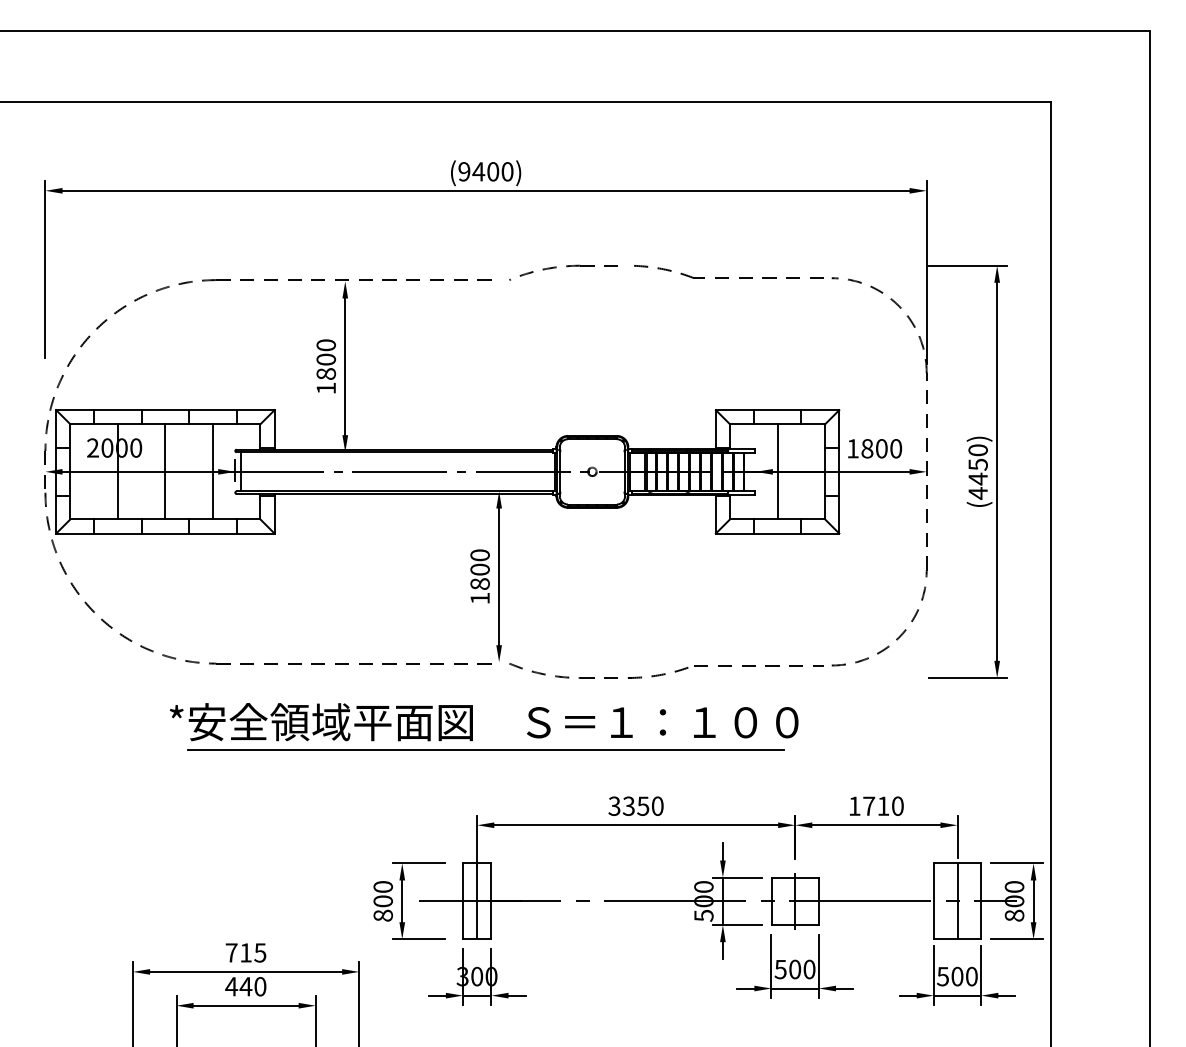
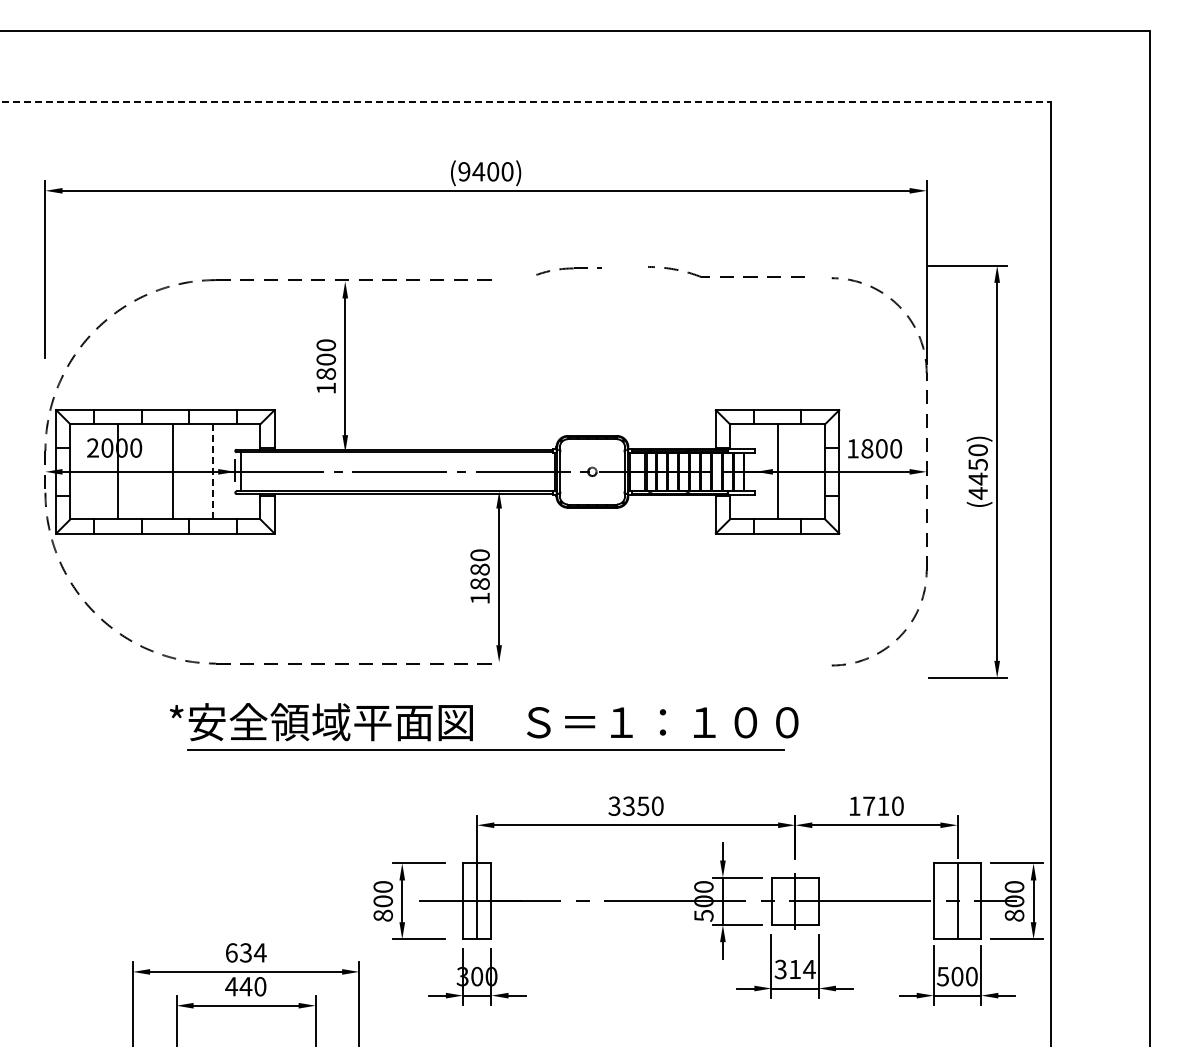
line at (525, 101): solid -> dashed
part at (728, 271) size: 190x14 px -> 157x12 px
part at (563, 272) size: 109x17 px -> 66x9 px
line at (165, 471) position: (165, 471) -> (173, 471)
line at (212, 472): solid -> dashed
text at (480, 569): 1800 -> 1880
part at (666, 670): present -> none
text at (245, 952): 715 -> 634
text at (795, 969): 500 -> 314
